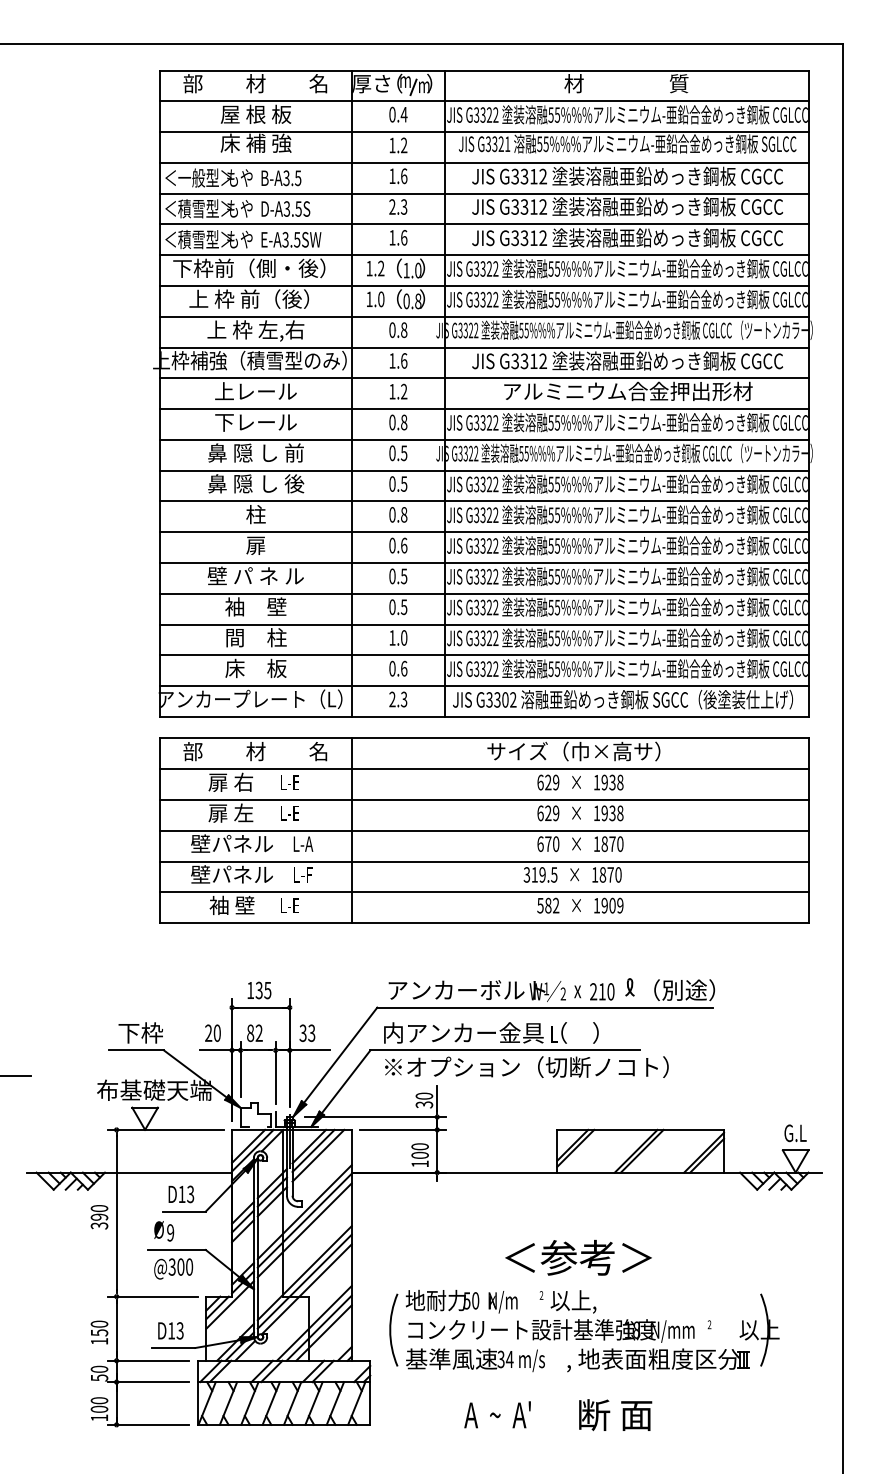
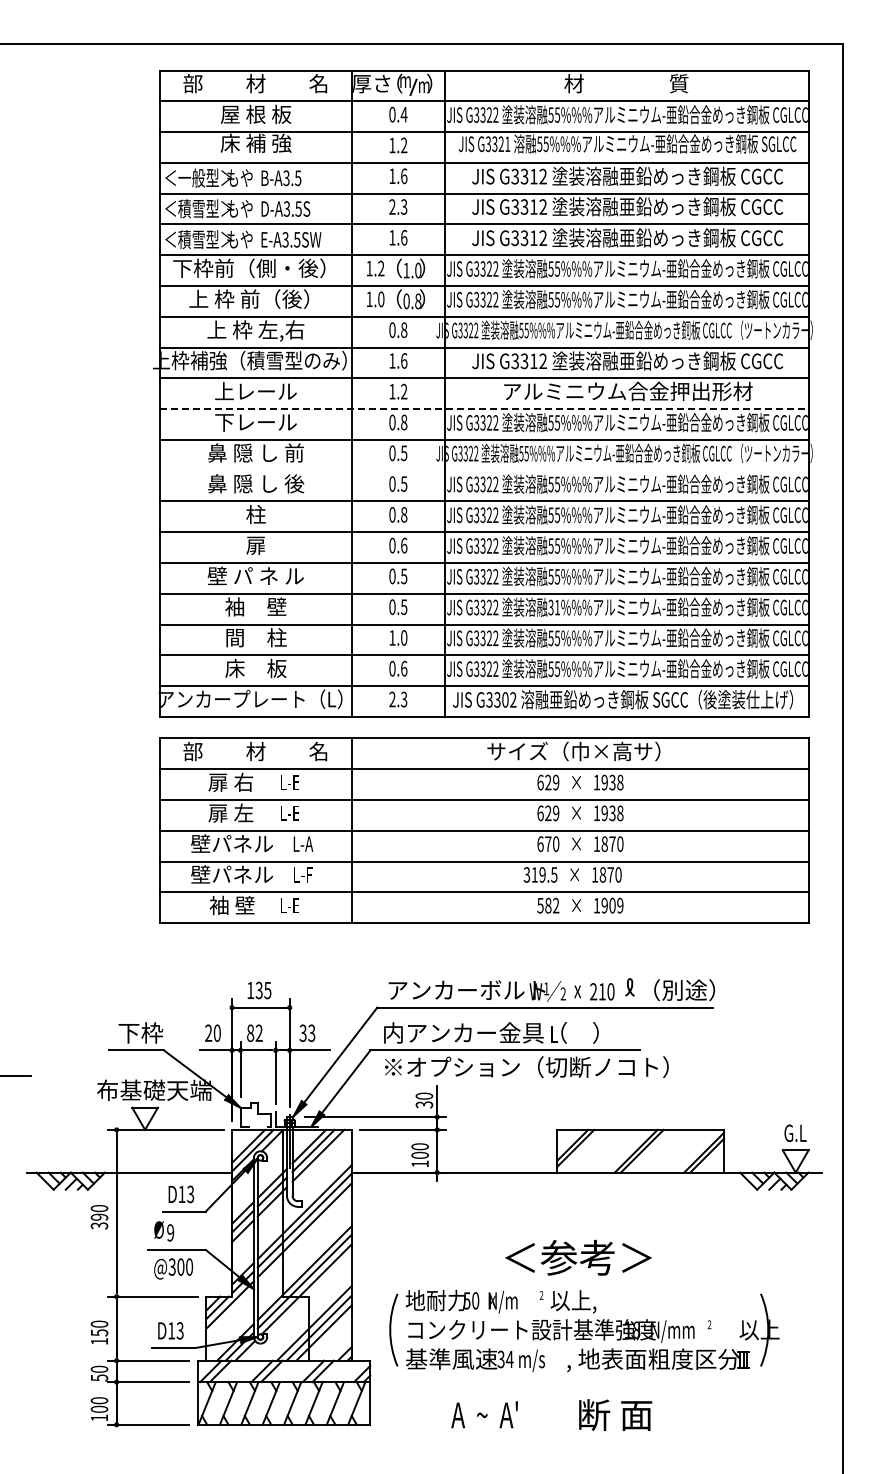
line at (484, 409): solid -> dashed
line at (483, 470): present -> none
text at (554, 607): 55%%% -> 31%%%
text at (497, 1414) position: (497, 1414) -> (484, 1414)
